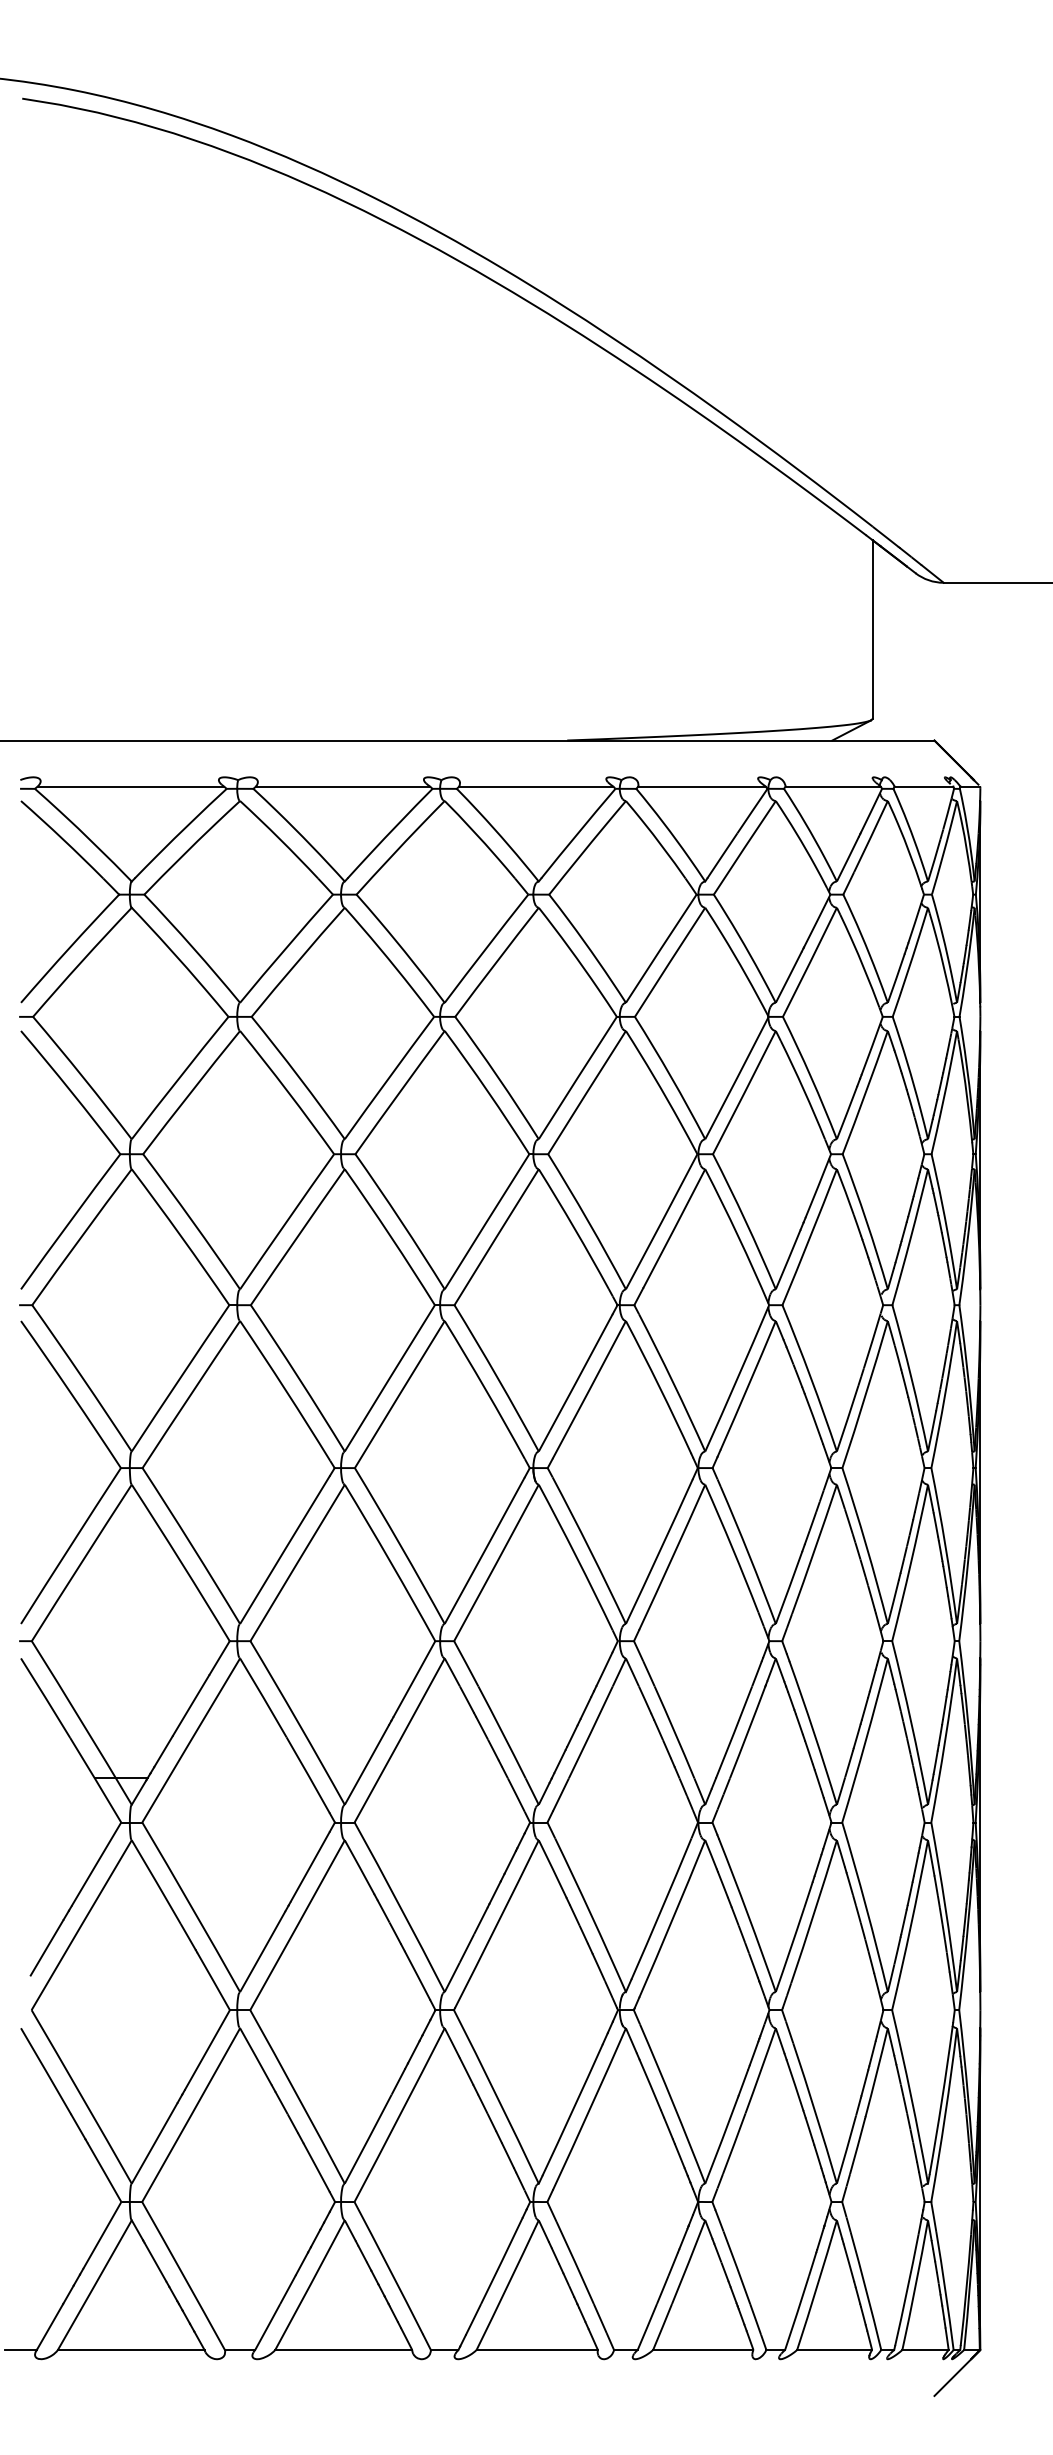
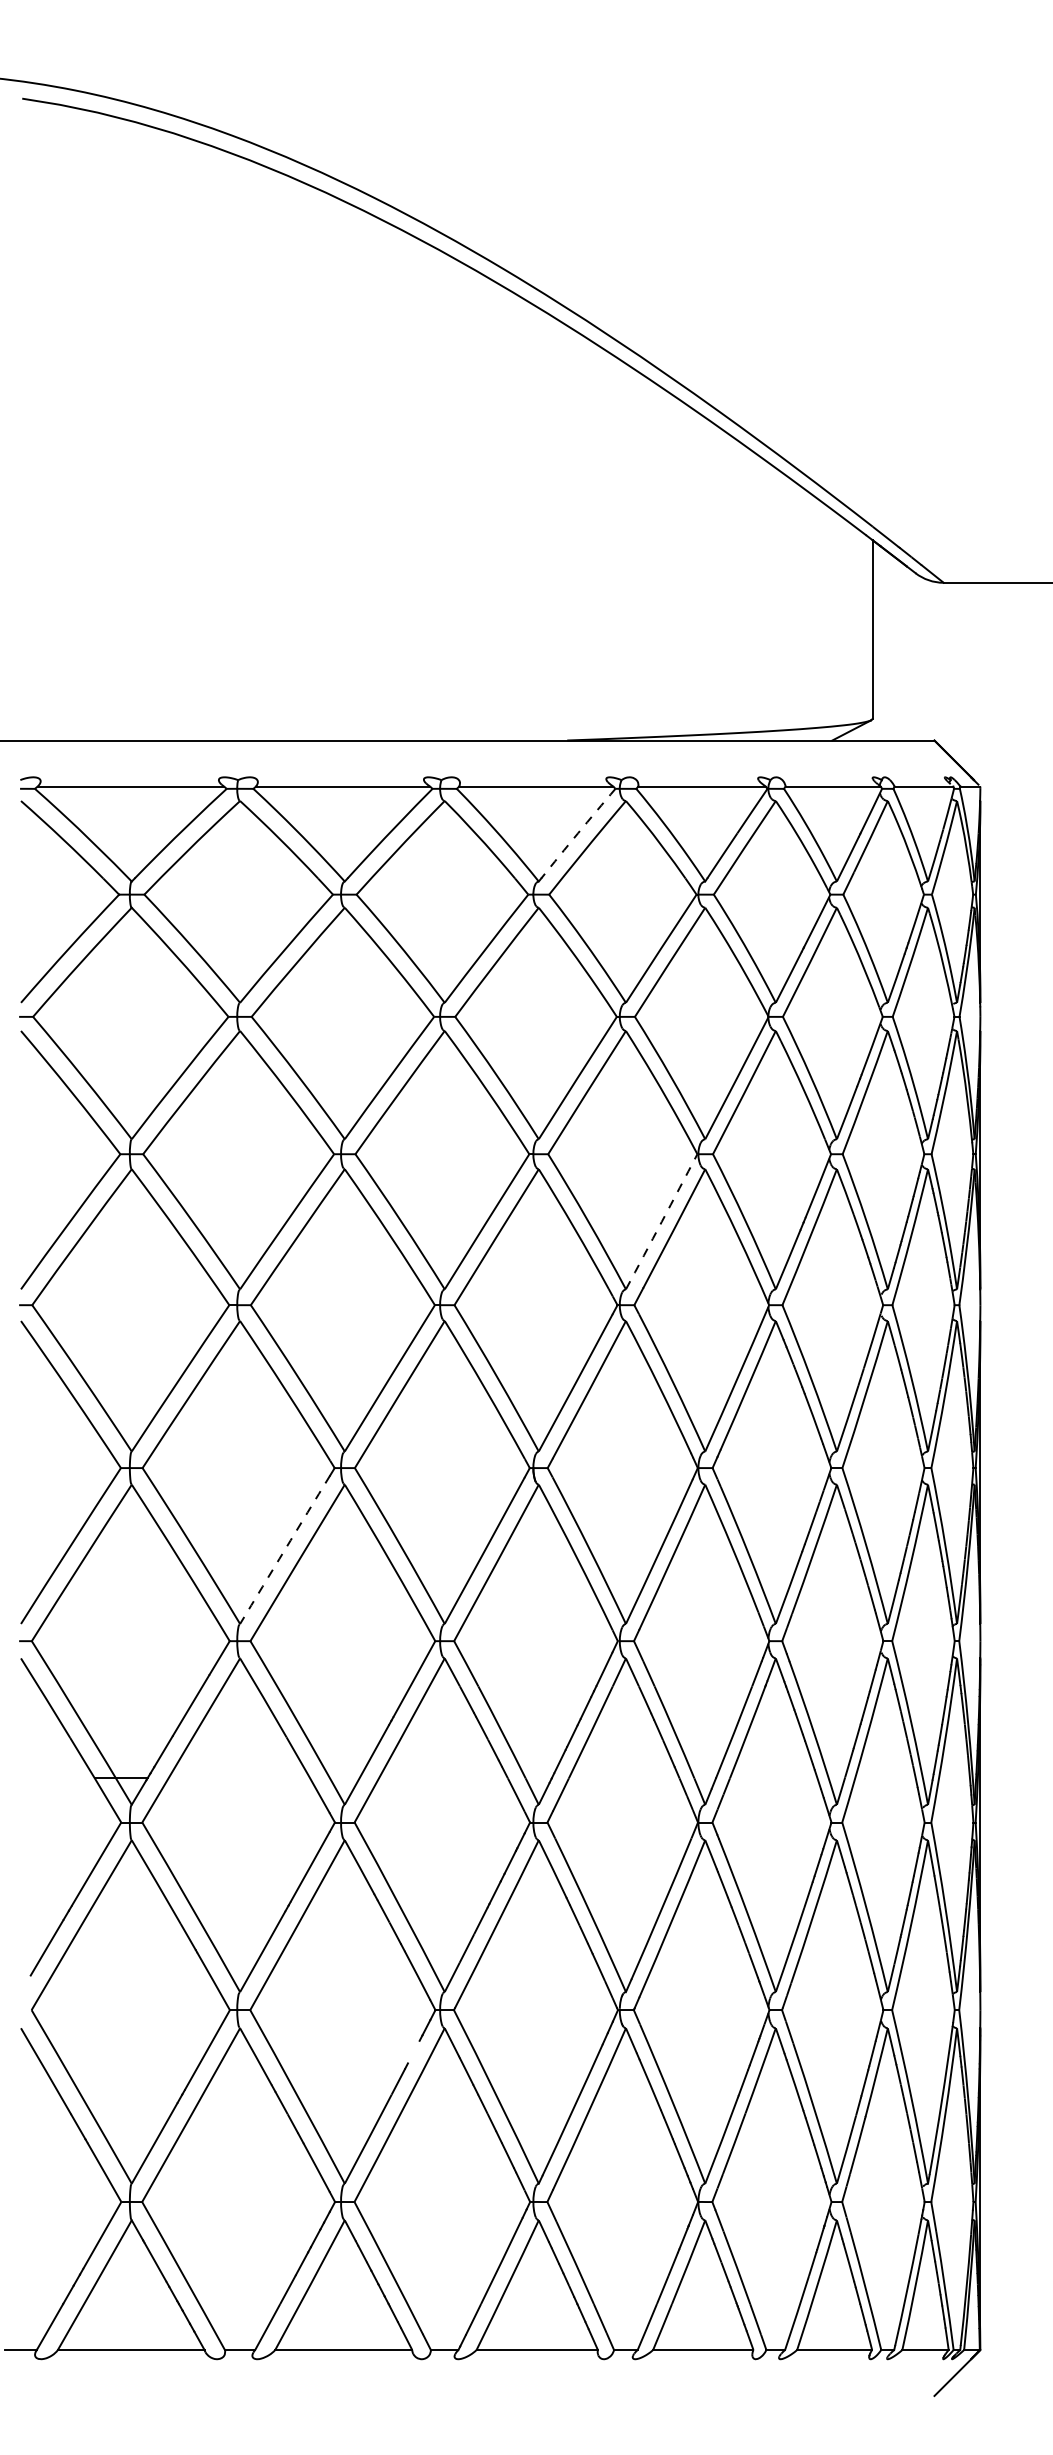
arc at (578, 833): solid -> dashed
arc at (661, 1221): solid -> dashed
arc at (285, 1549): solid -> dashed
line at (413, 2051): present -> none
